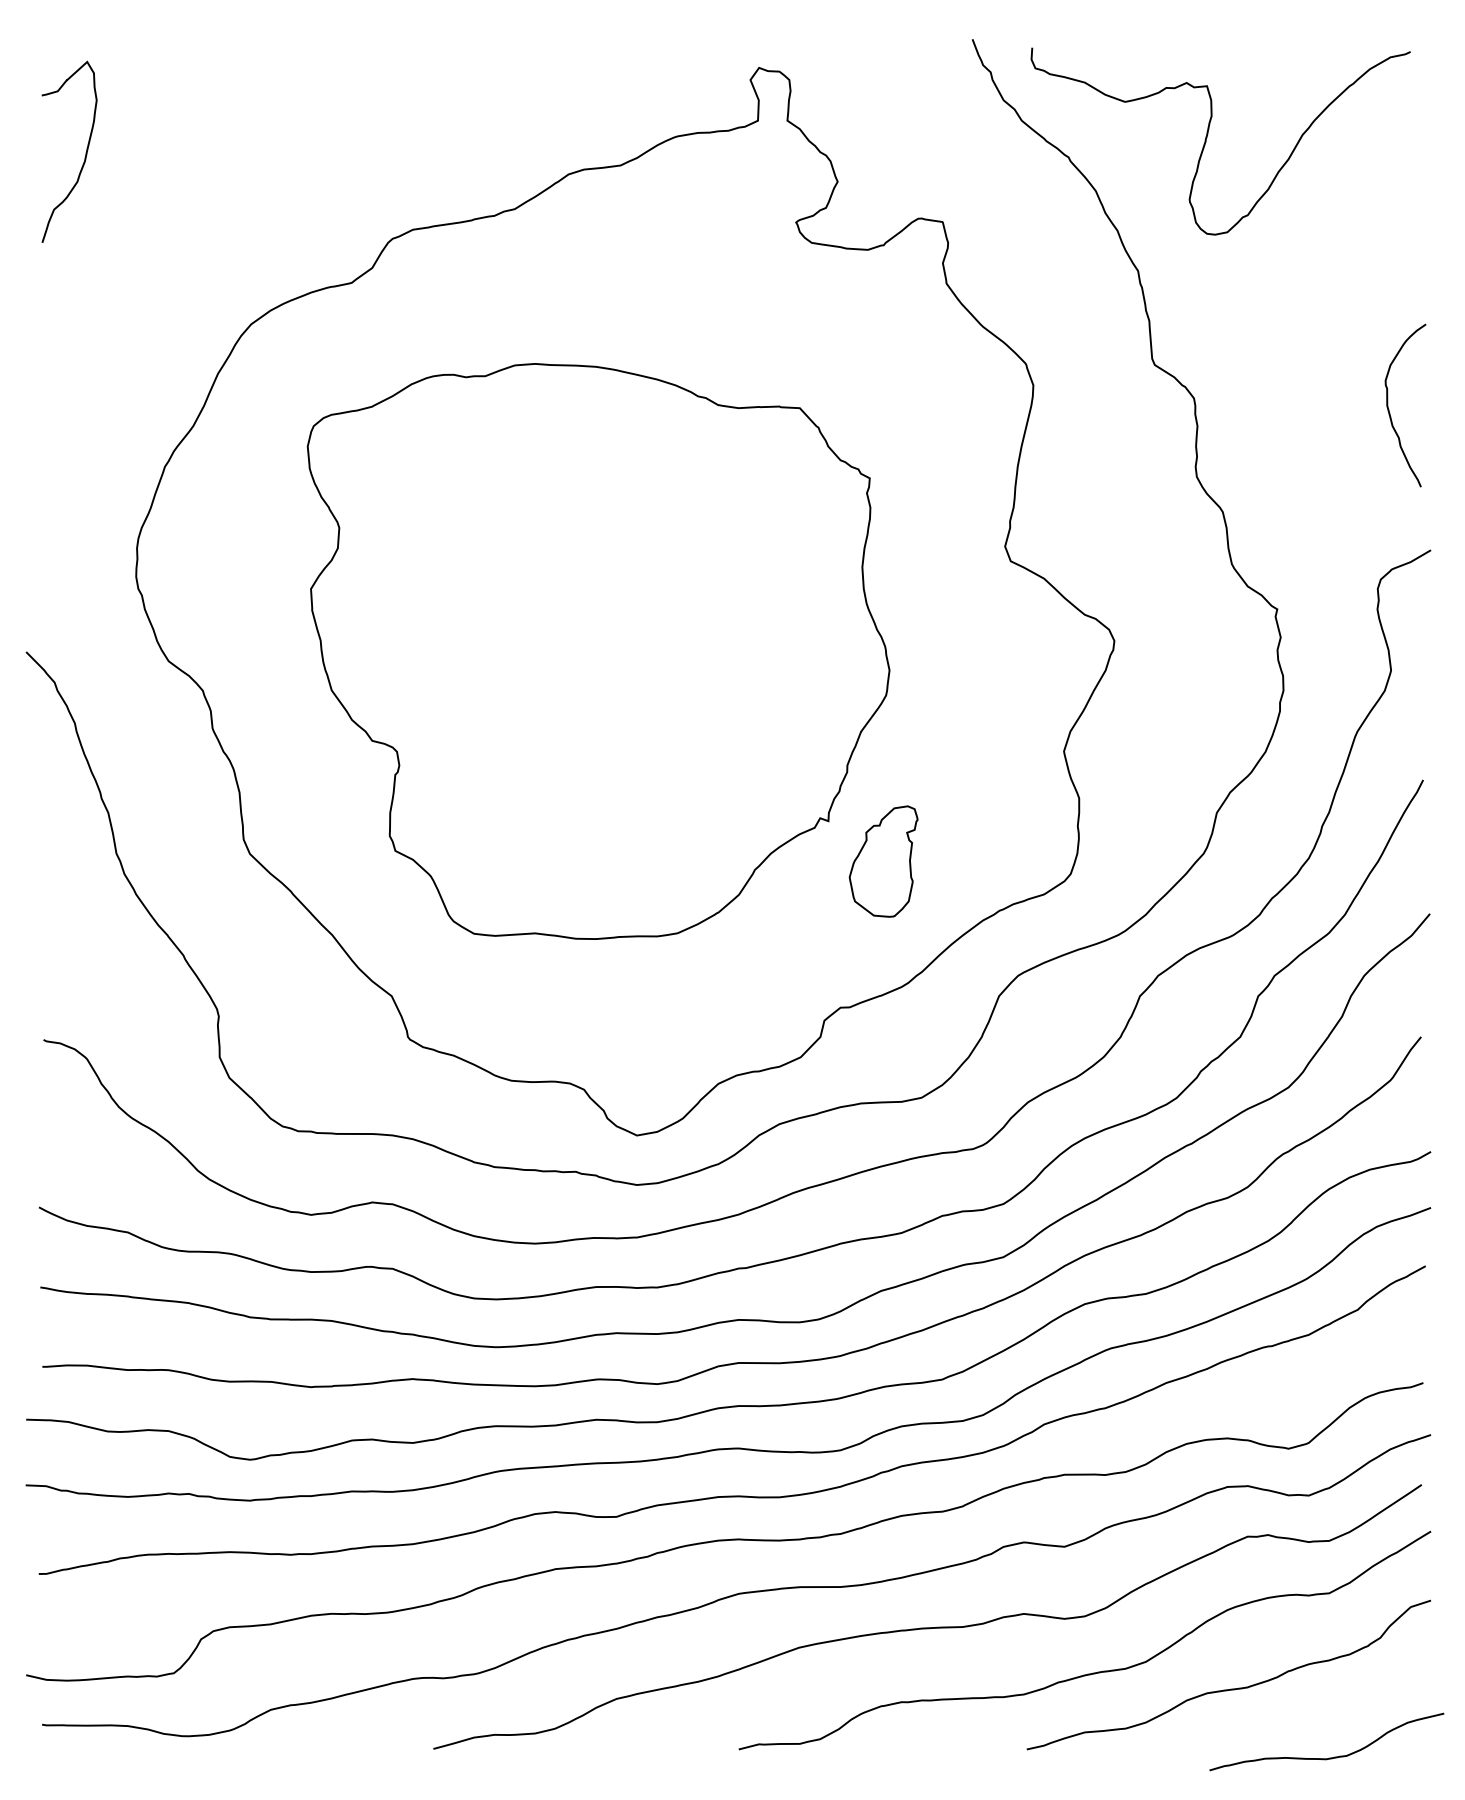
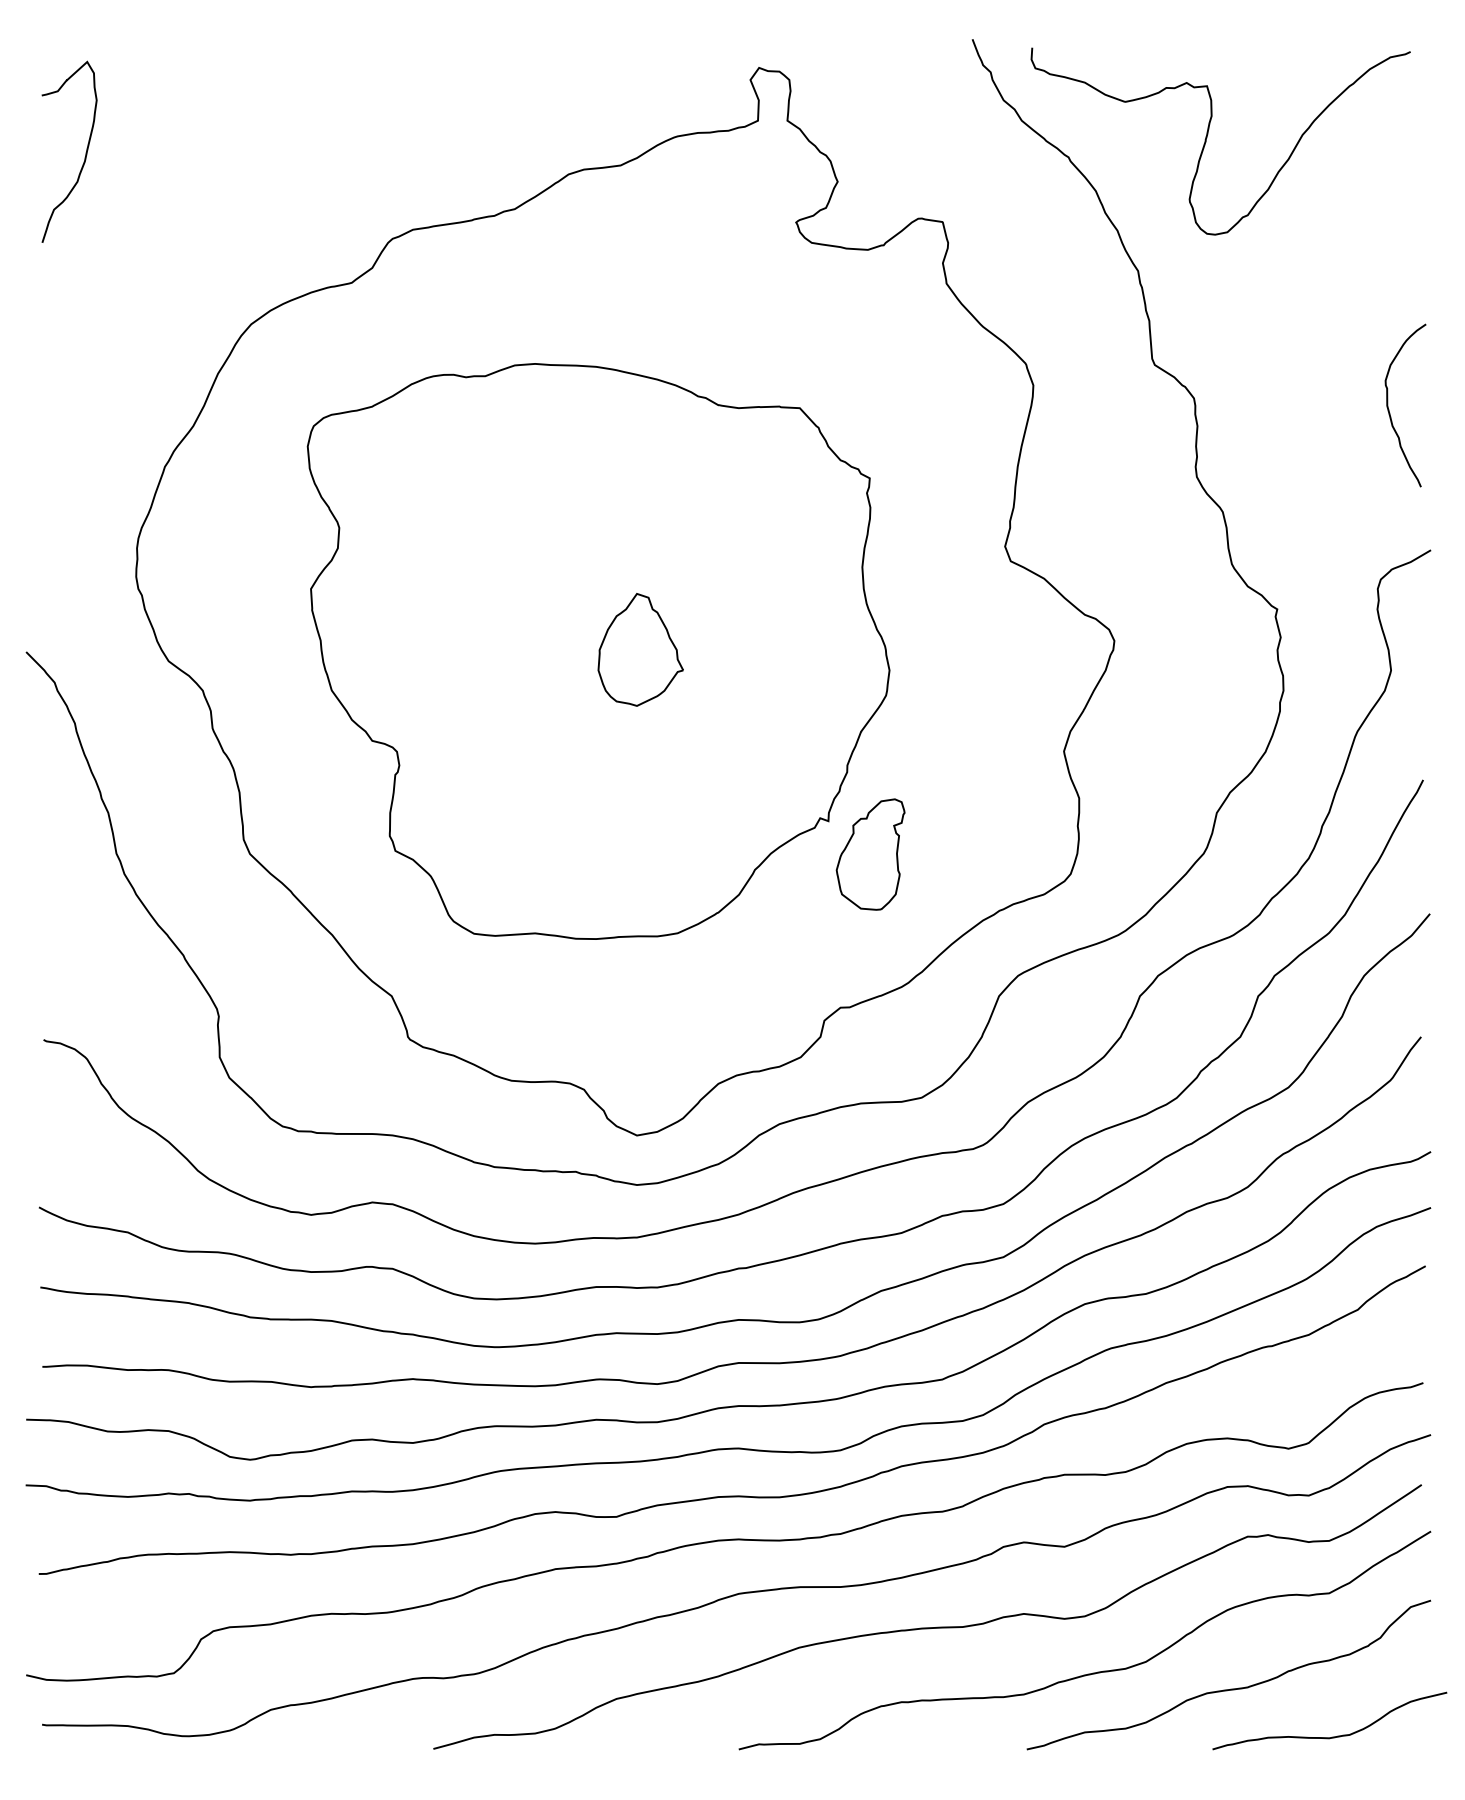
part at (640, 649): none -> present
part at (883, 861) position: (883, 861) -> (870, 854)
curve at (1329, 1757) position: (1329, 1757) -> (1332, 1736)
